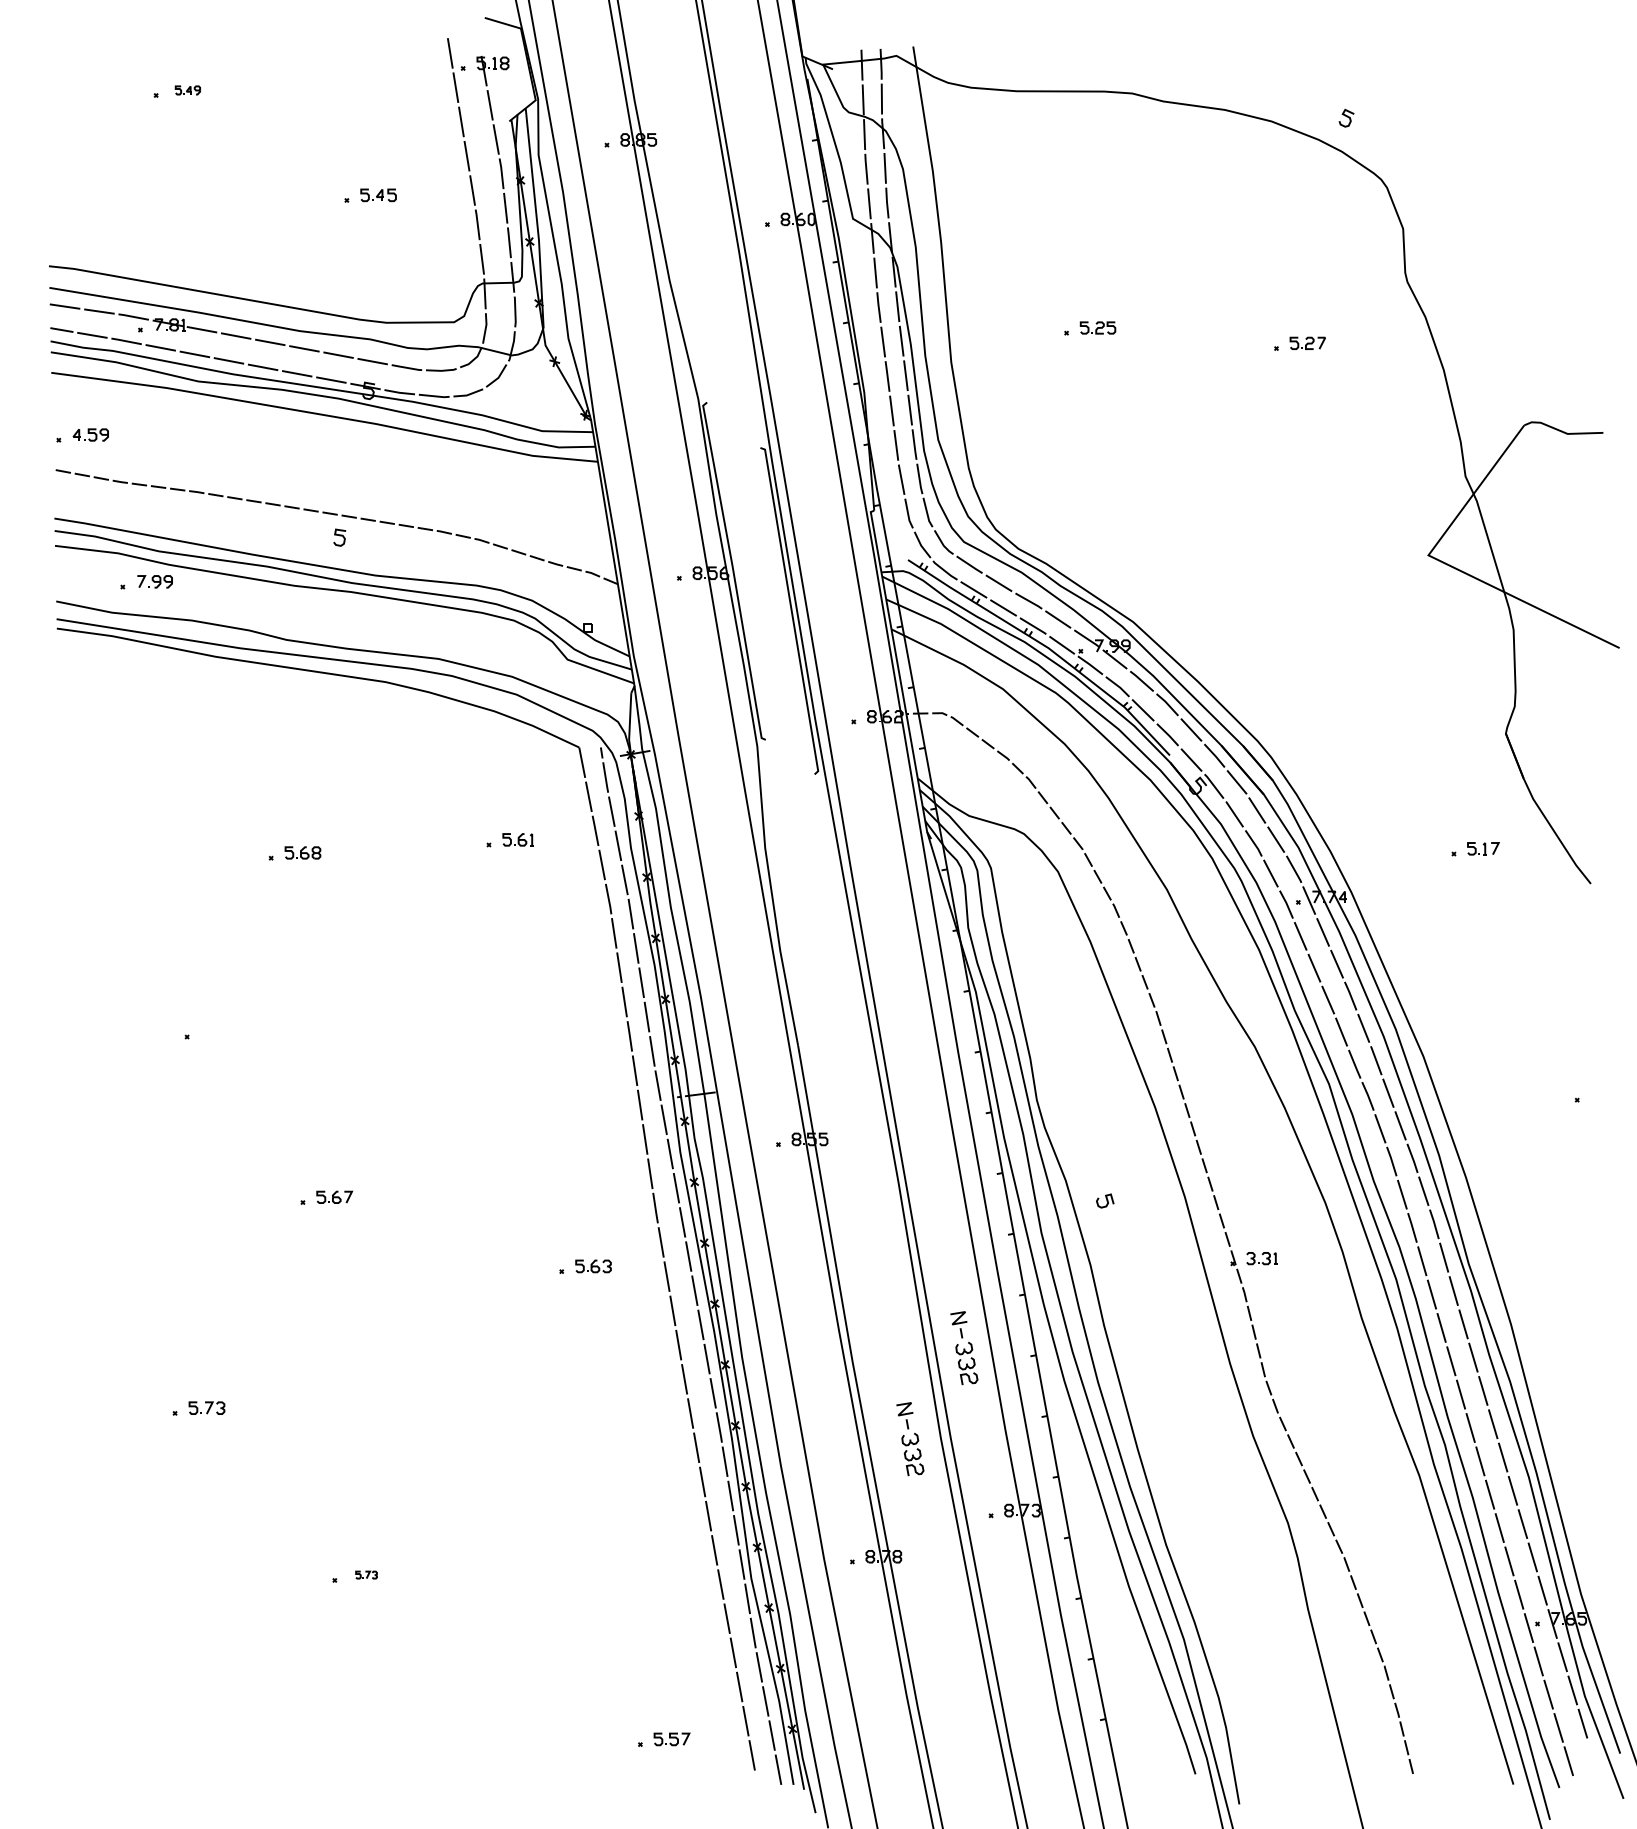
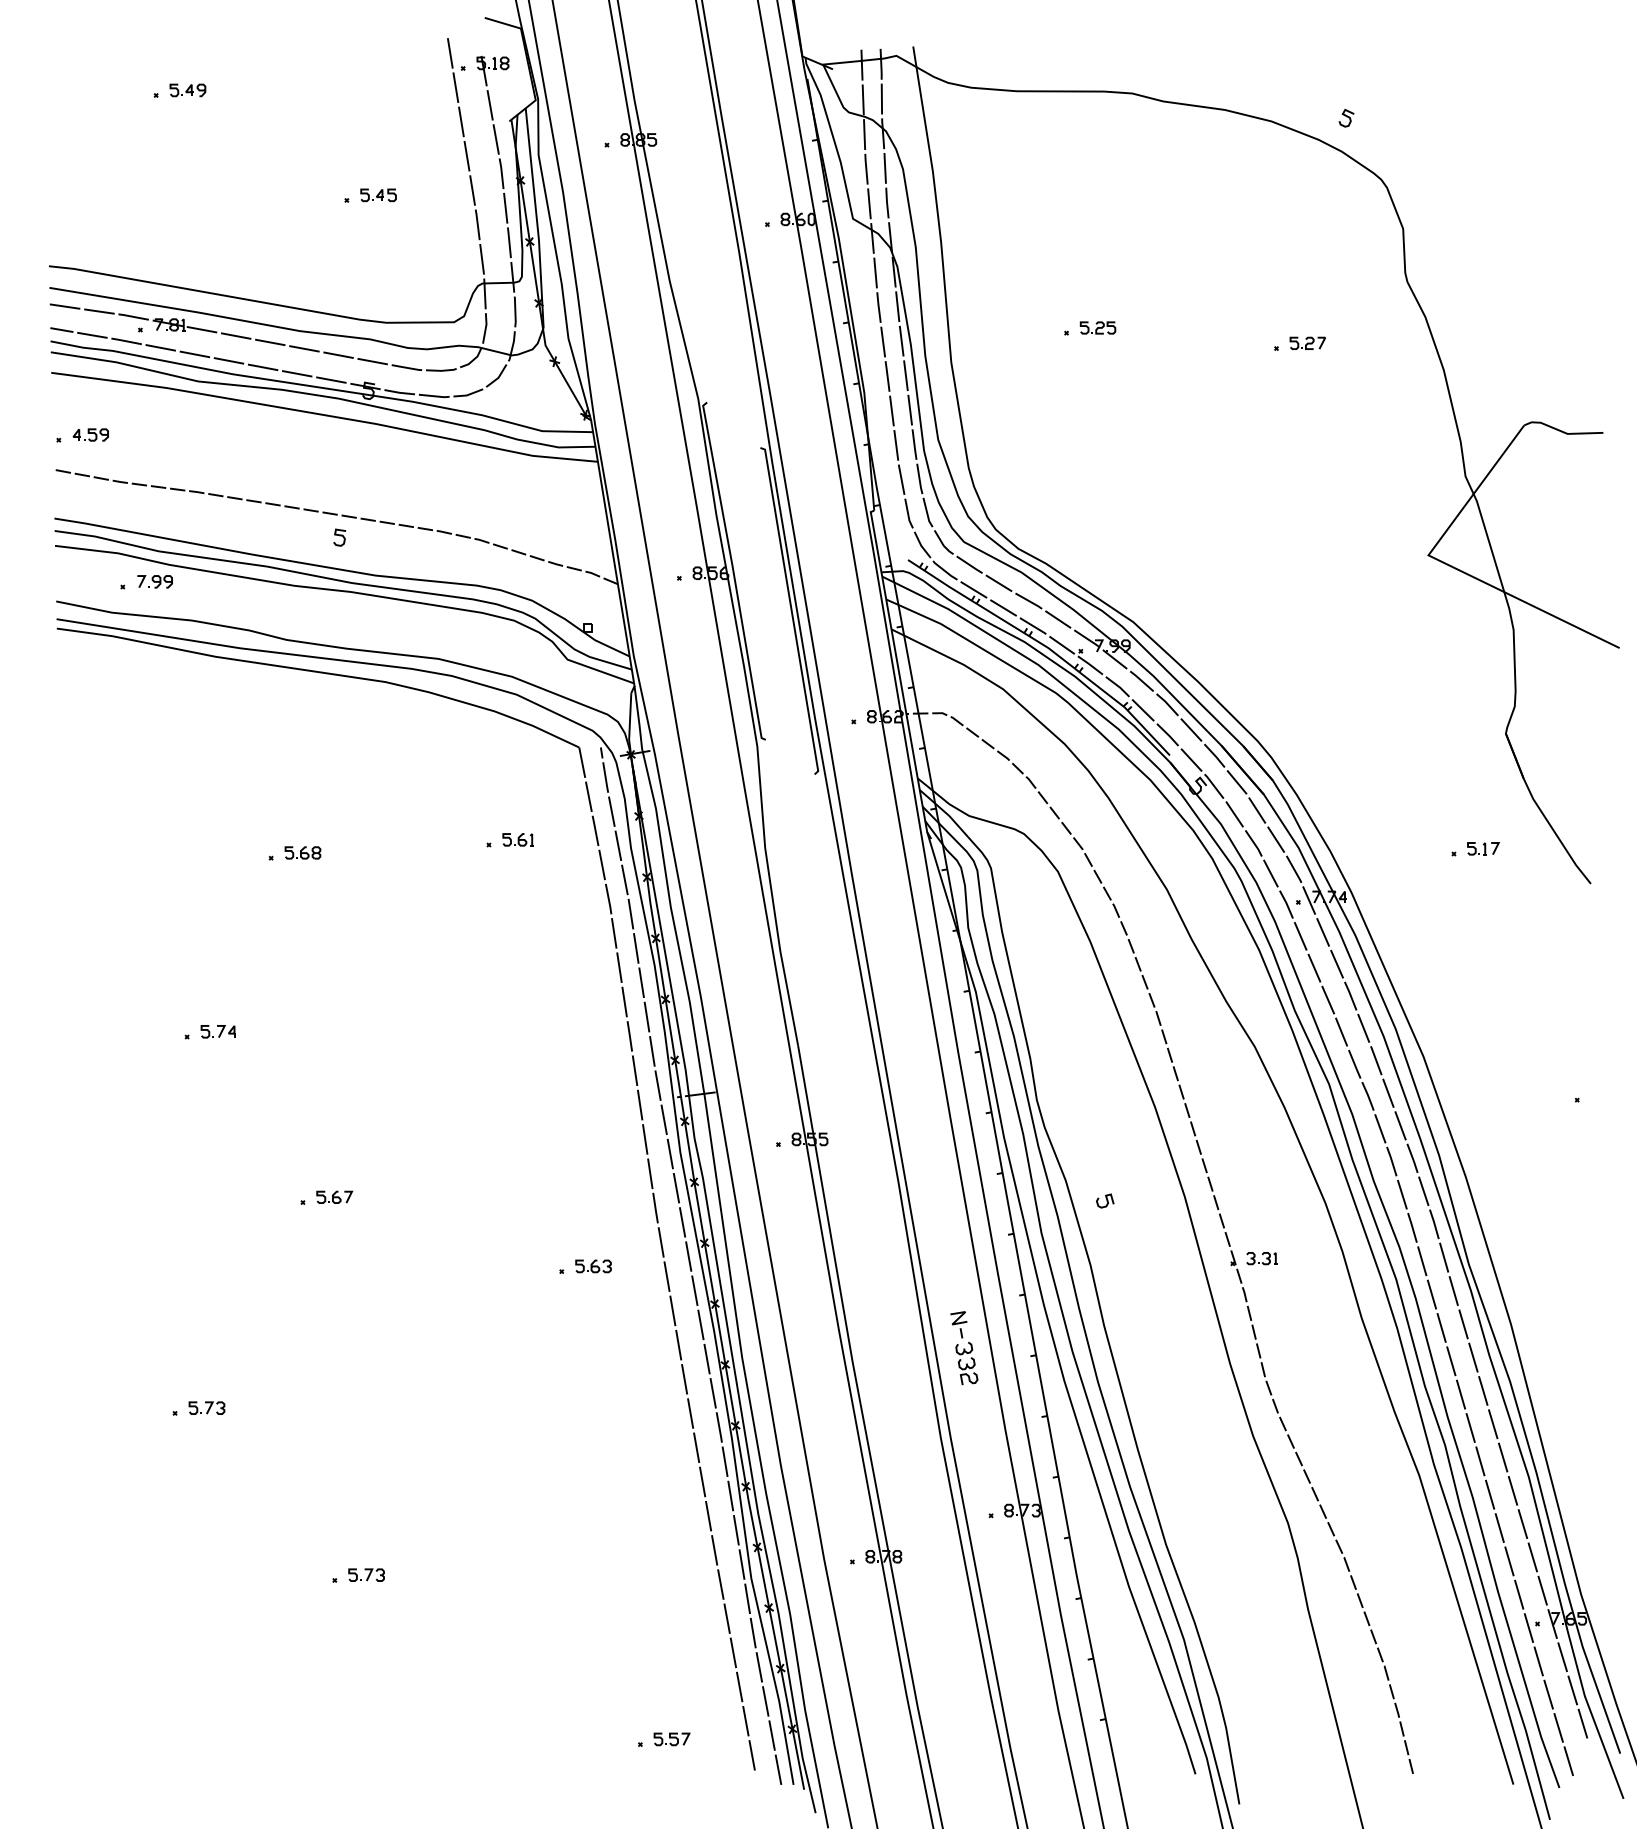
part at (187, 90) size: 27x11 px -> 38x15 px
part at (217, 1031): none -> present
part at (910, 1439): present -> none
part at (366, 1574) size: 23x10 px -> 37x14 px
